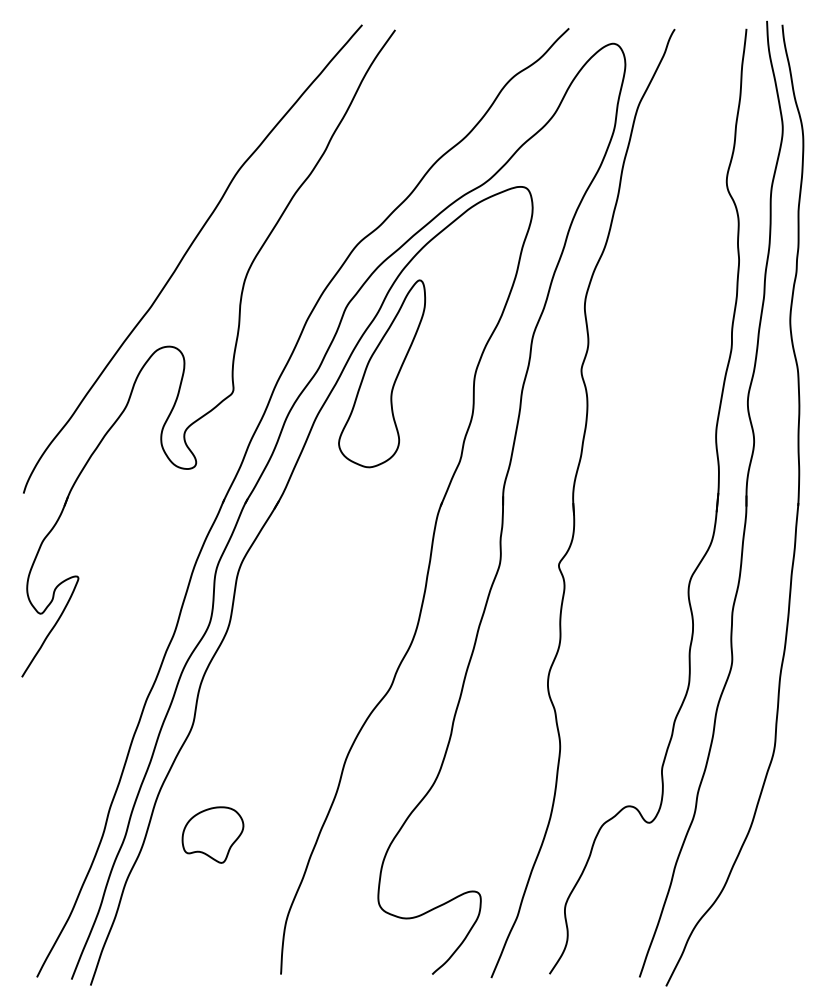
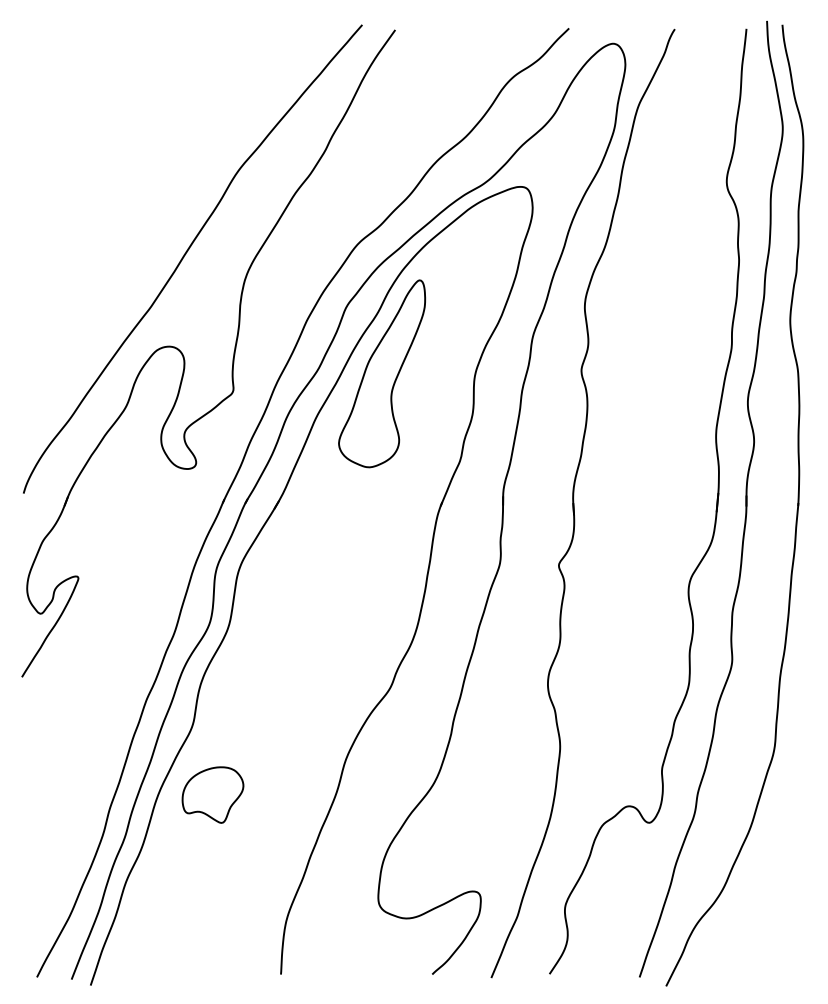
part at (212, 834) position: (212, 834) -> (212, 794)
